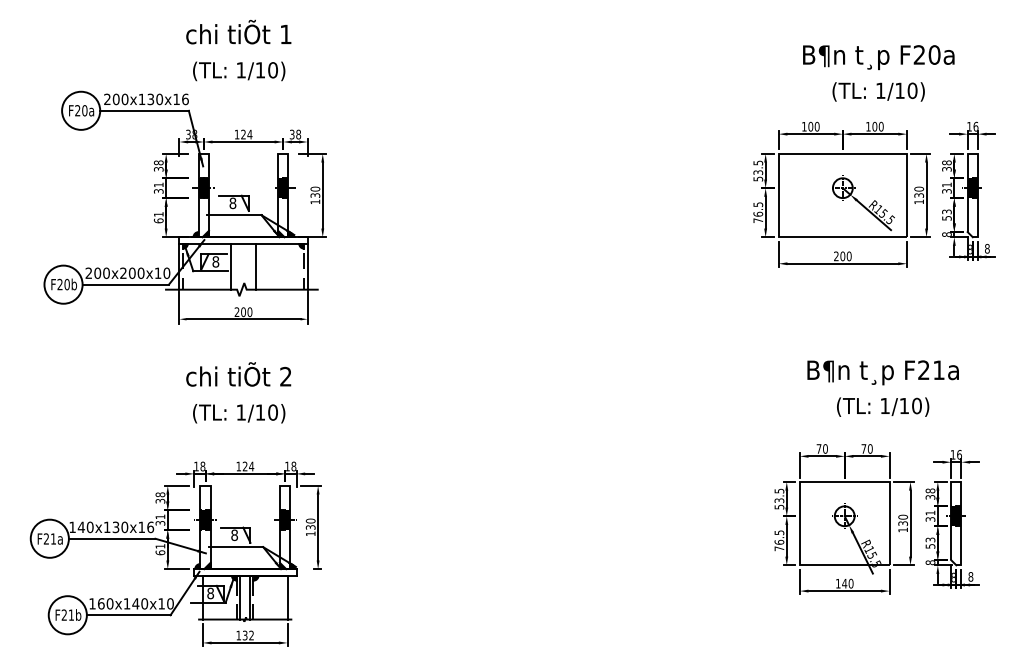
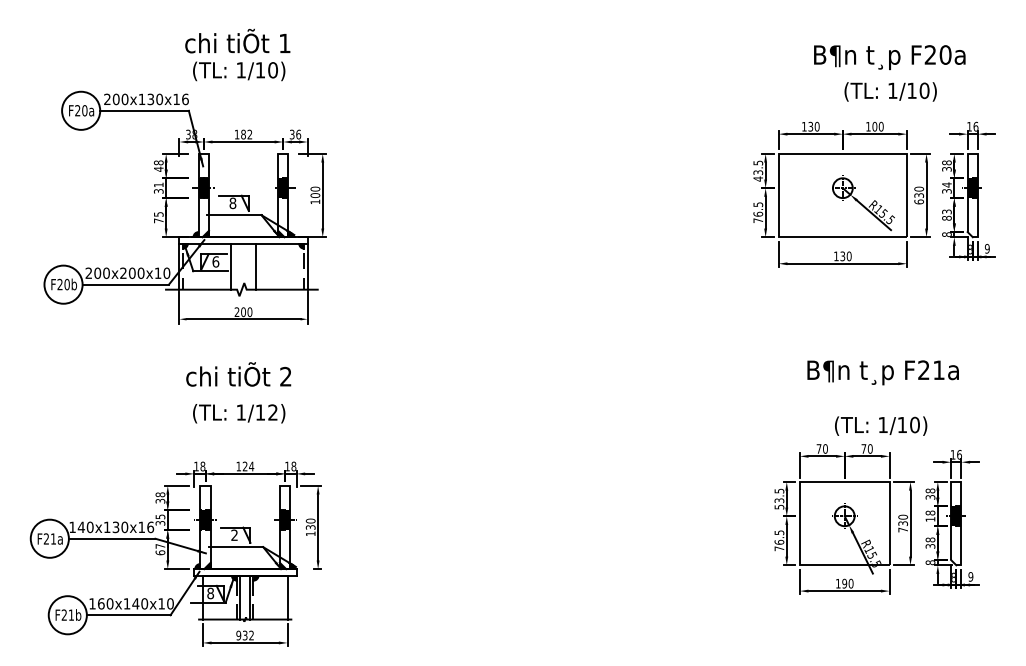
text at (238, 31) position: (238, 31) -> (237, 40)
text at (878, 57) position: (878, 57) -> (889, 57)
text at (878, 91) position: (878, 91) -> (890, 91)
text at (810, 126): 100 -> 130
text at (246, 134): 124 -> 182
text at (298, 134): 38 -> 36
text at (158, 168): 38 -> 48
text at (758, 178): 53.5 -> 43.5
text at (946, 184): 31 -> 34
text at (315, 195): 130 -> 100
text at (918, 201): 130 -> 630
text at (158, 217): 61 -> 75
text at (946, 217): 53 -> 83
text at (986, 248): 8 -> 9
text at (839, 256): 200 -> 130
text at (215, 261): 8 -> 6
text at (883, 406) position: (883, 406) -> (881, 425)
text at (272, 412): 1/10) -> 1/12)
text at (930, 515): 31 -> 18
text at (160, 516): 31 -> 35
text at (902, 529): 130 -> 730
text at (234, 535): 8 -> 2
text at (930, 542): 53 -> 38
text at (160, 546): 61 -> 67
text at (970, 576): 8 -> 9
text at (844, 583): 140 -> 190
text at (238, 635): 132 -> 932
